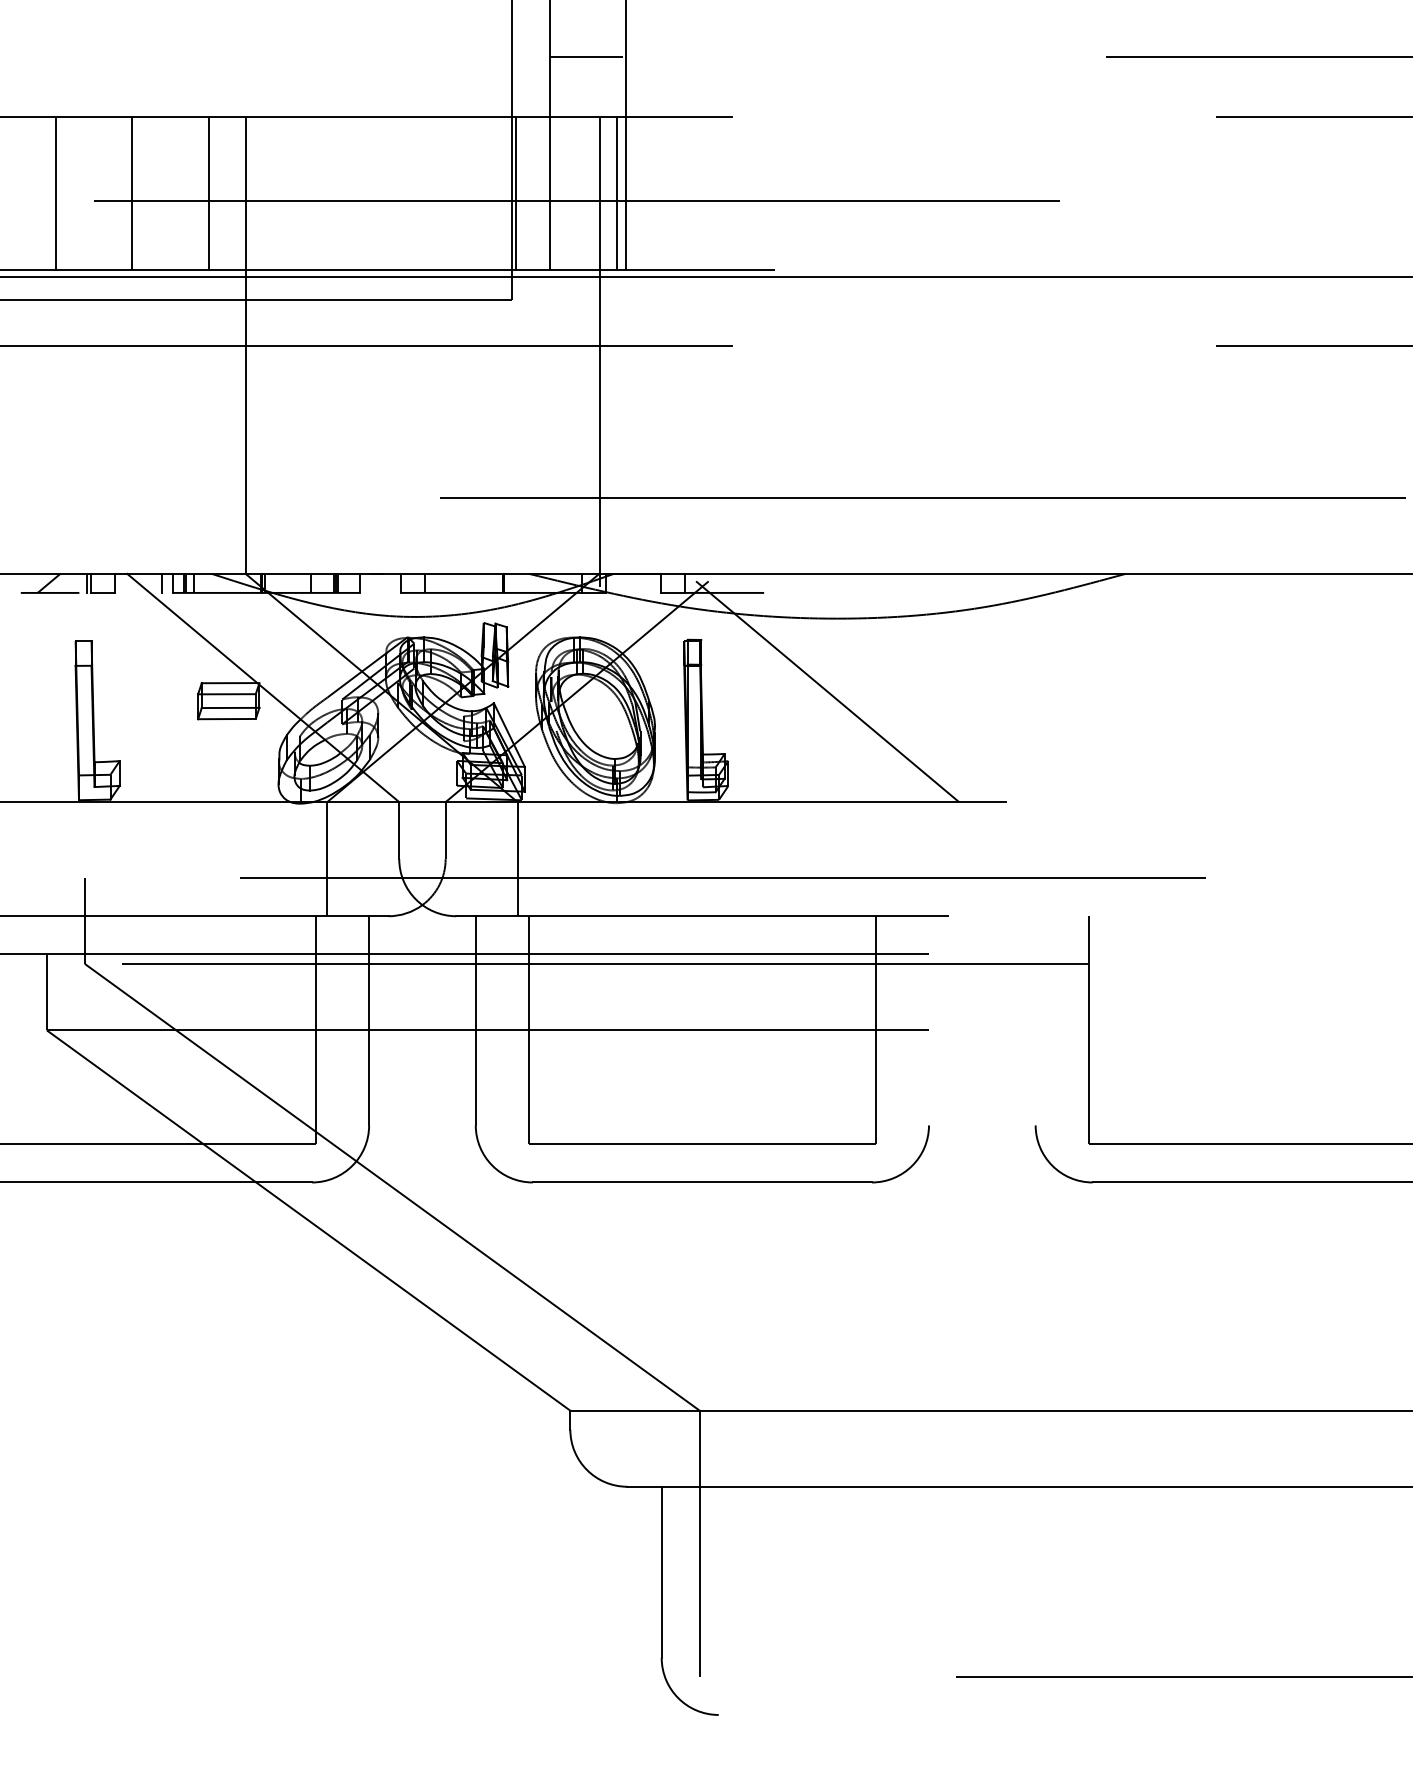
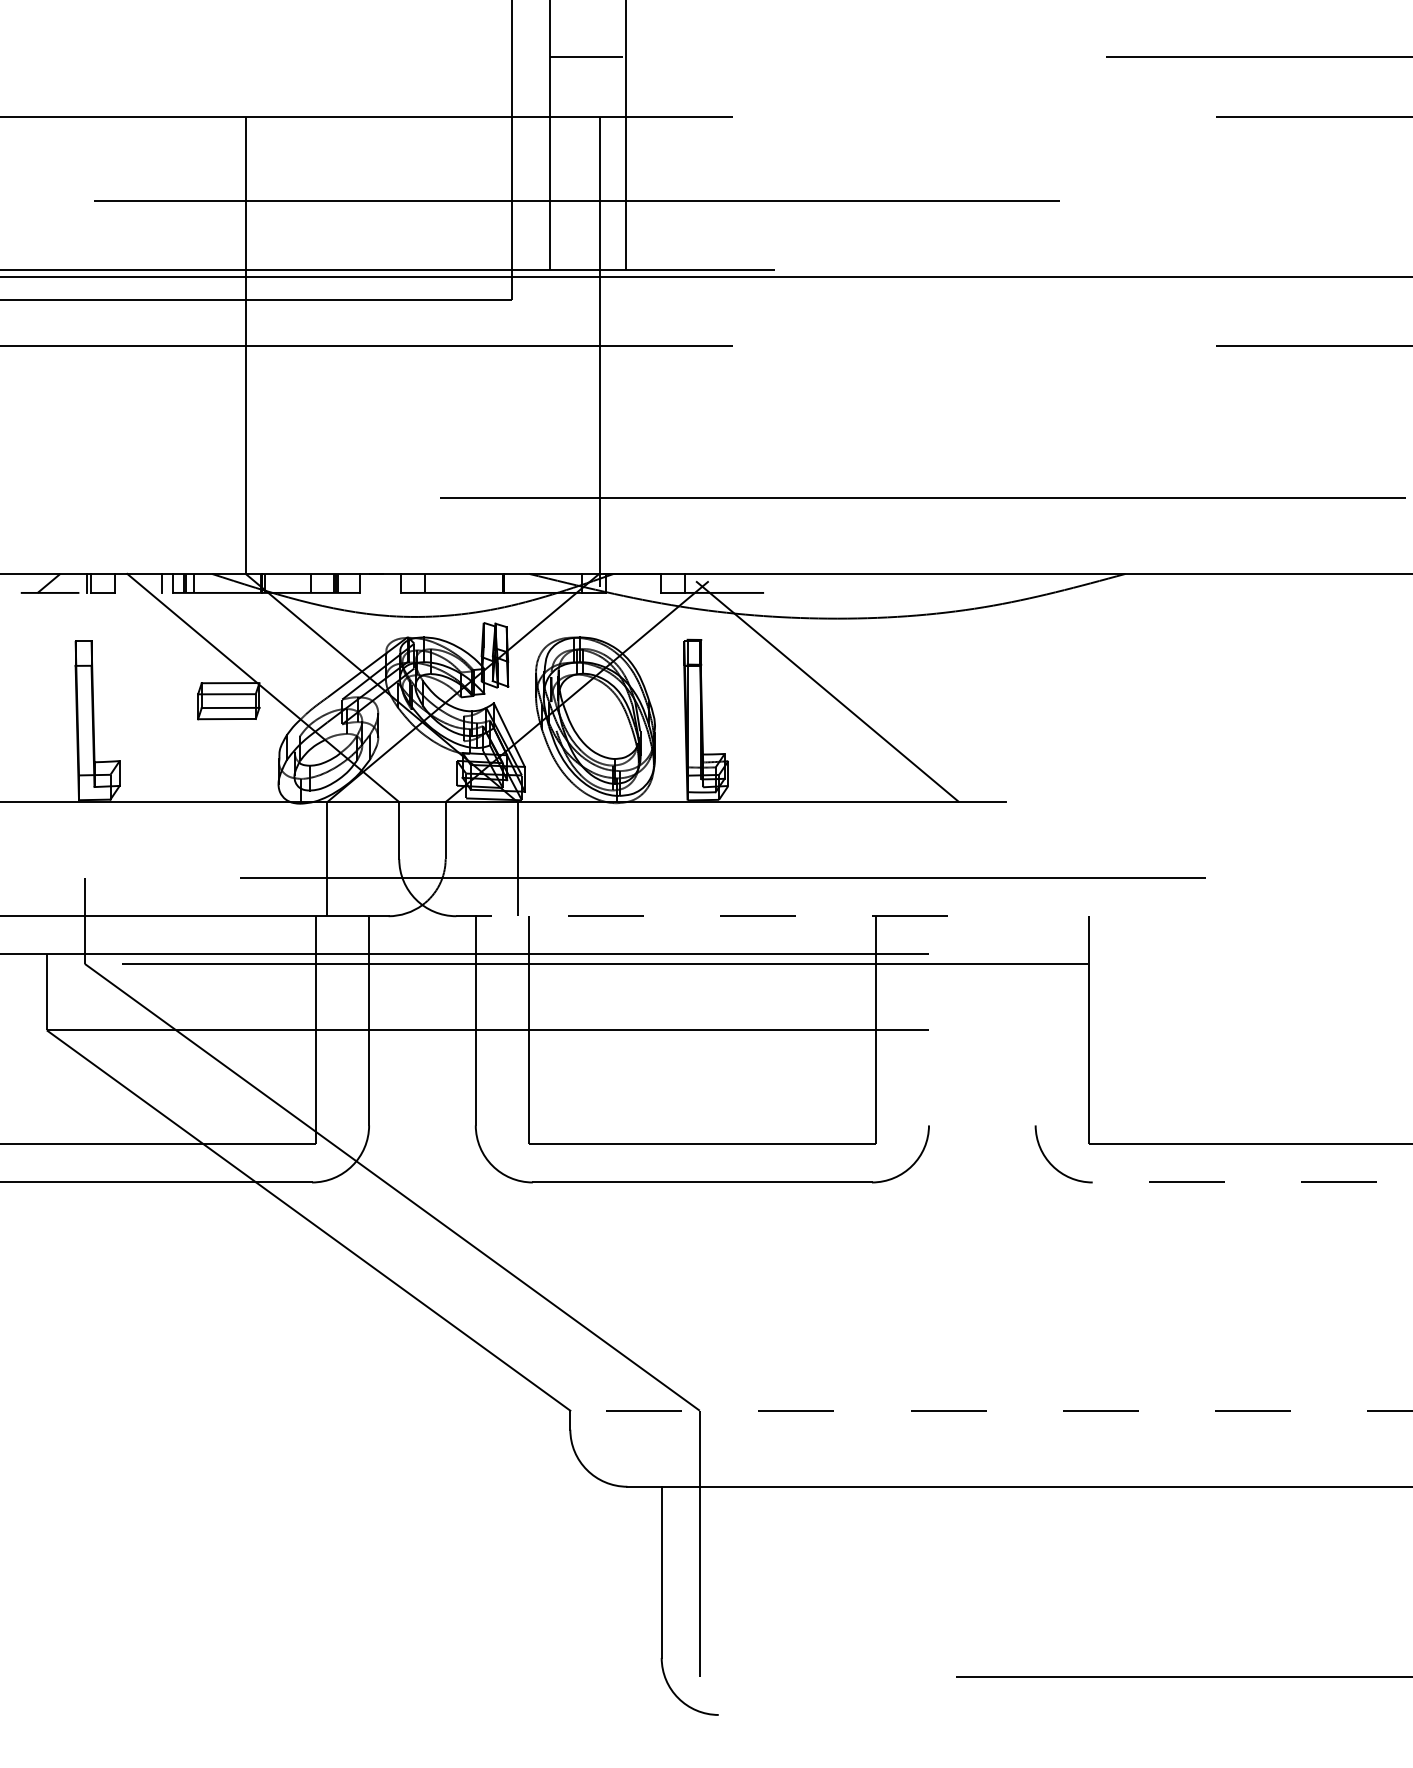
line at (55, 193): present -> none
line at (131, 193): present -> none
line at (209, 193): present -> none
line at (515, 193): present -> none
line at (617, 193): present -> none
line at (701, 916): solid -> dashed
line at (1252, 1182): solid -> dashed
line at (991, 1410): solid -> dashed
